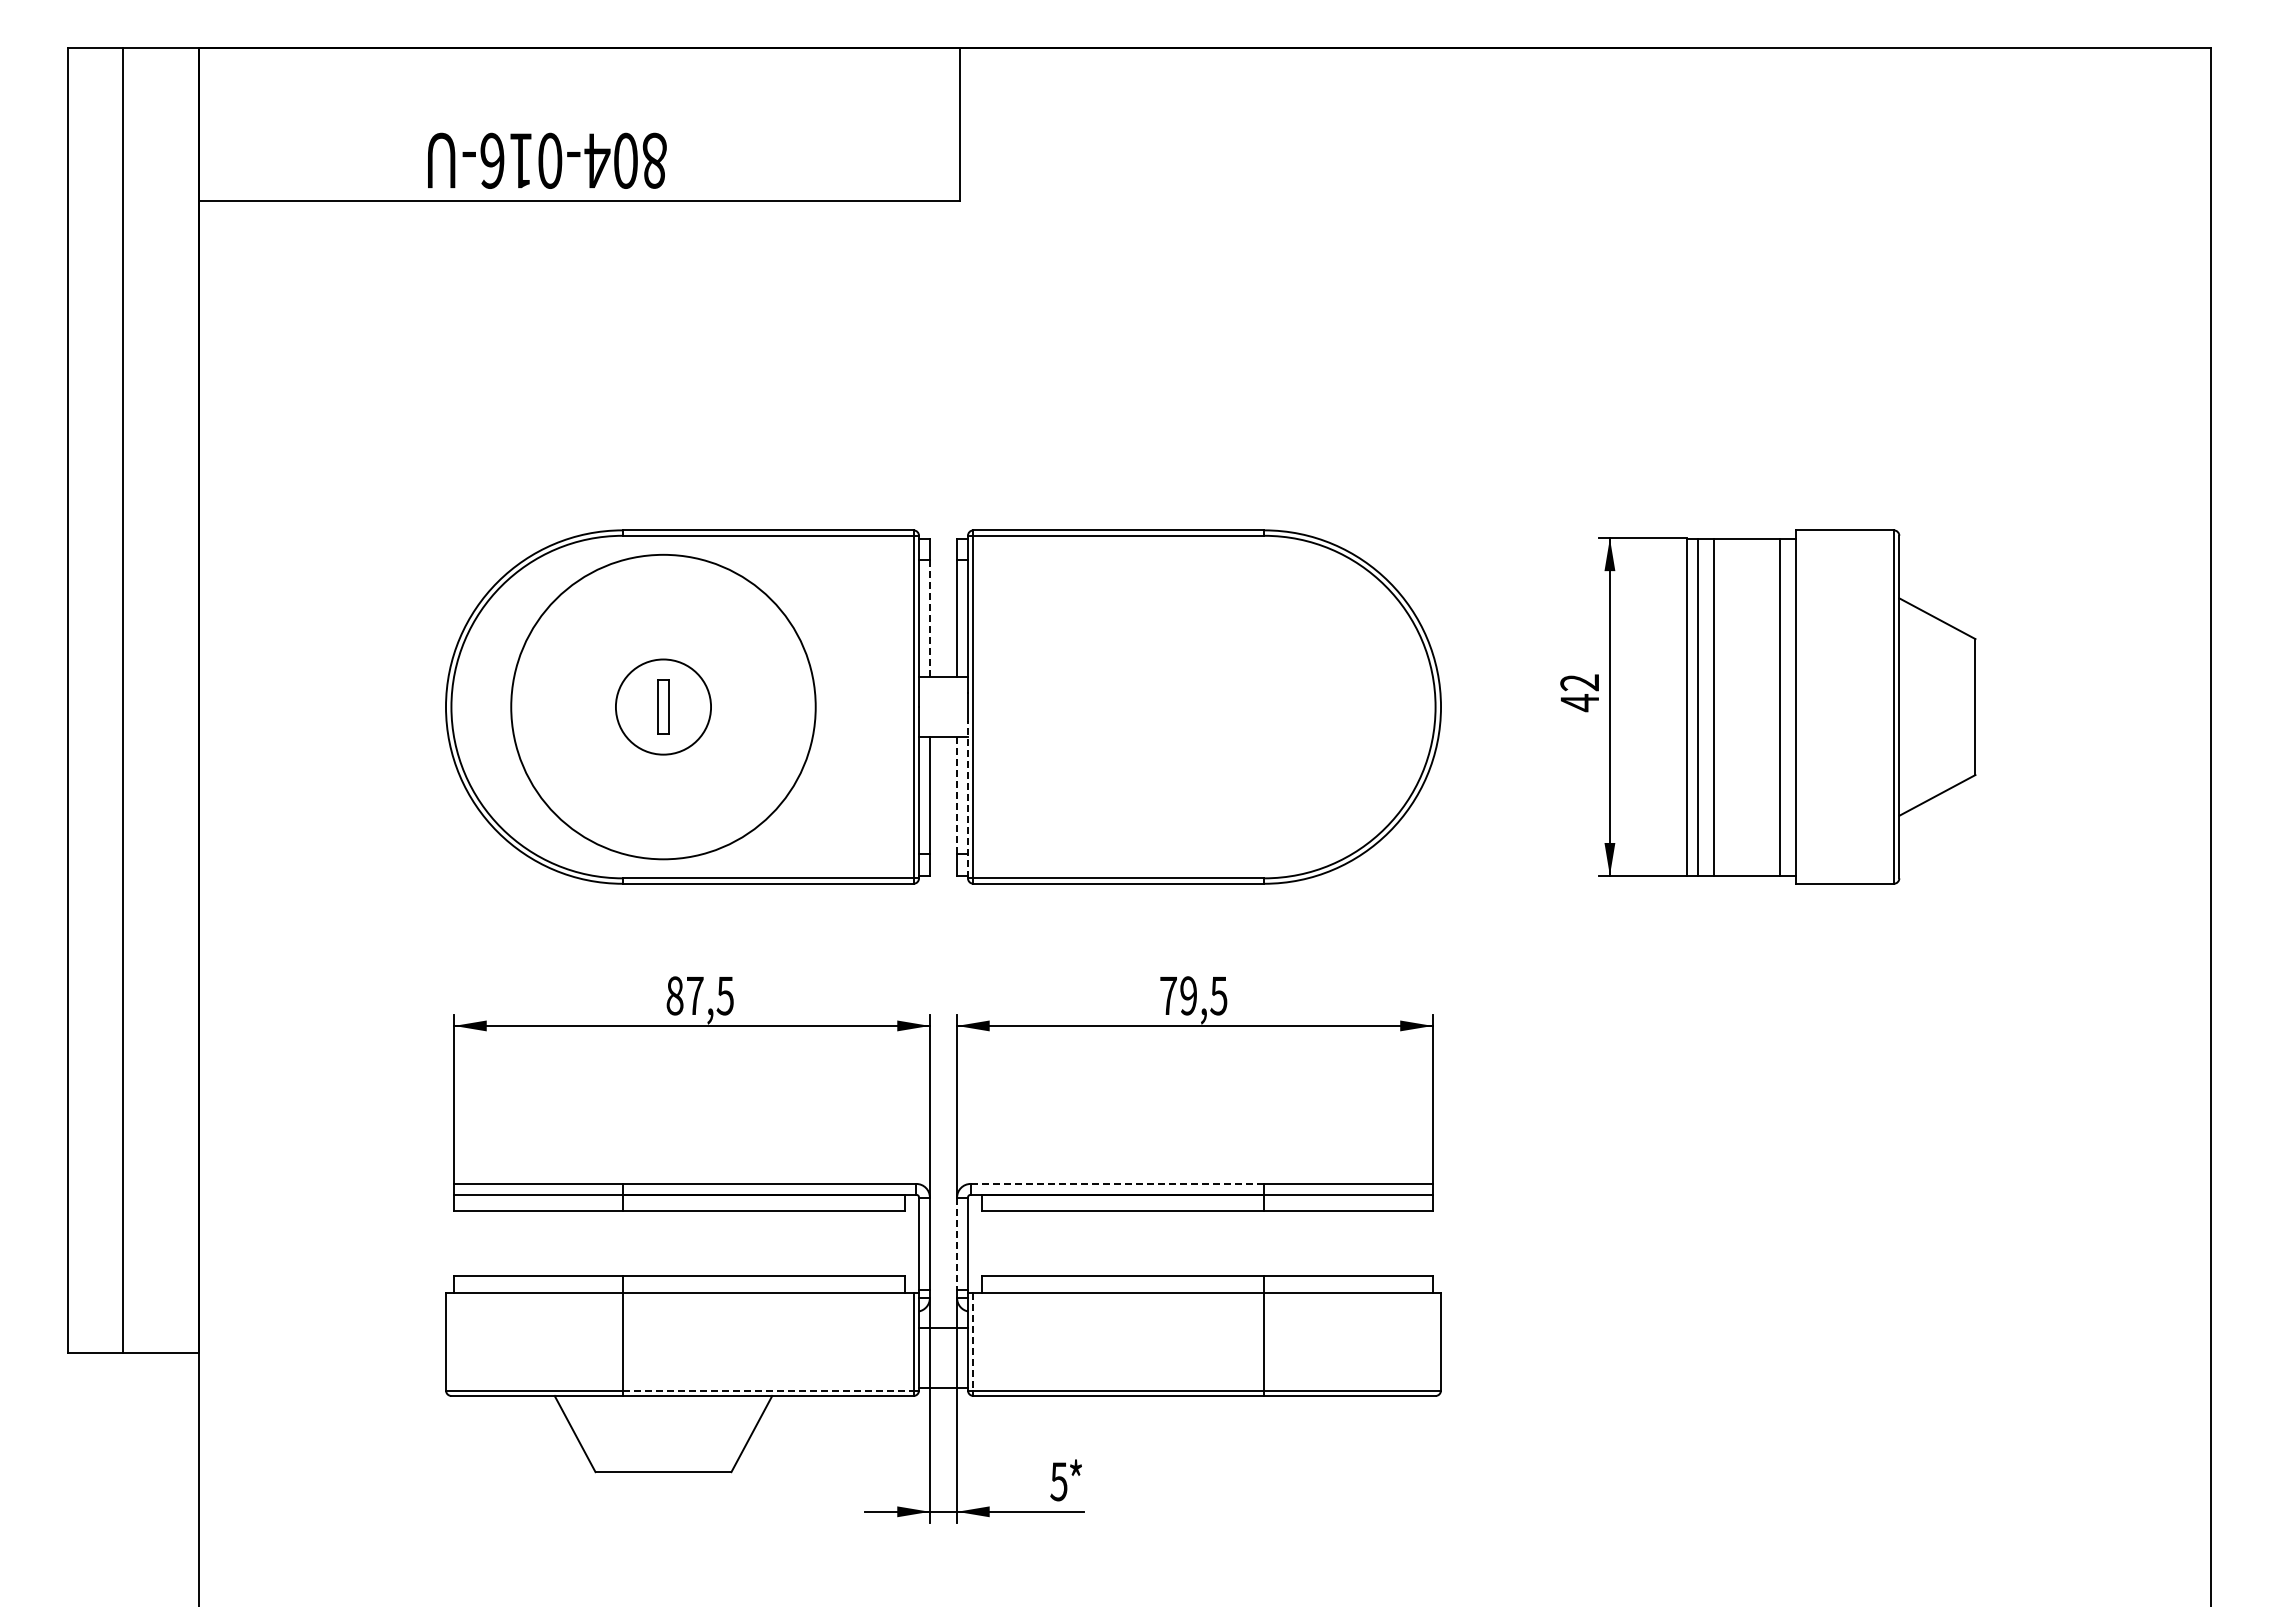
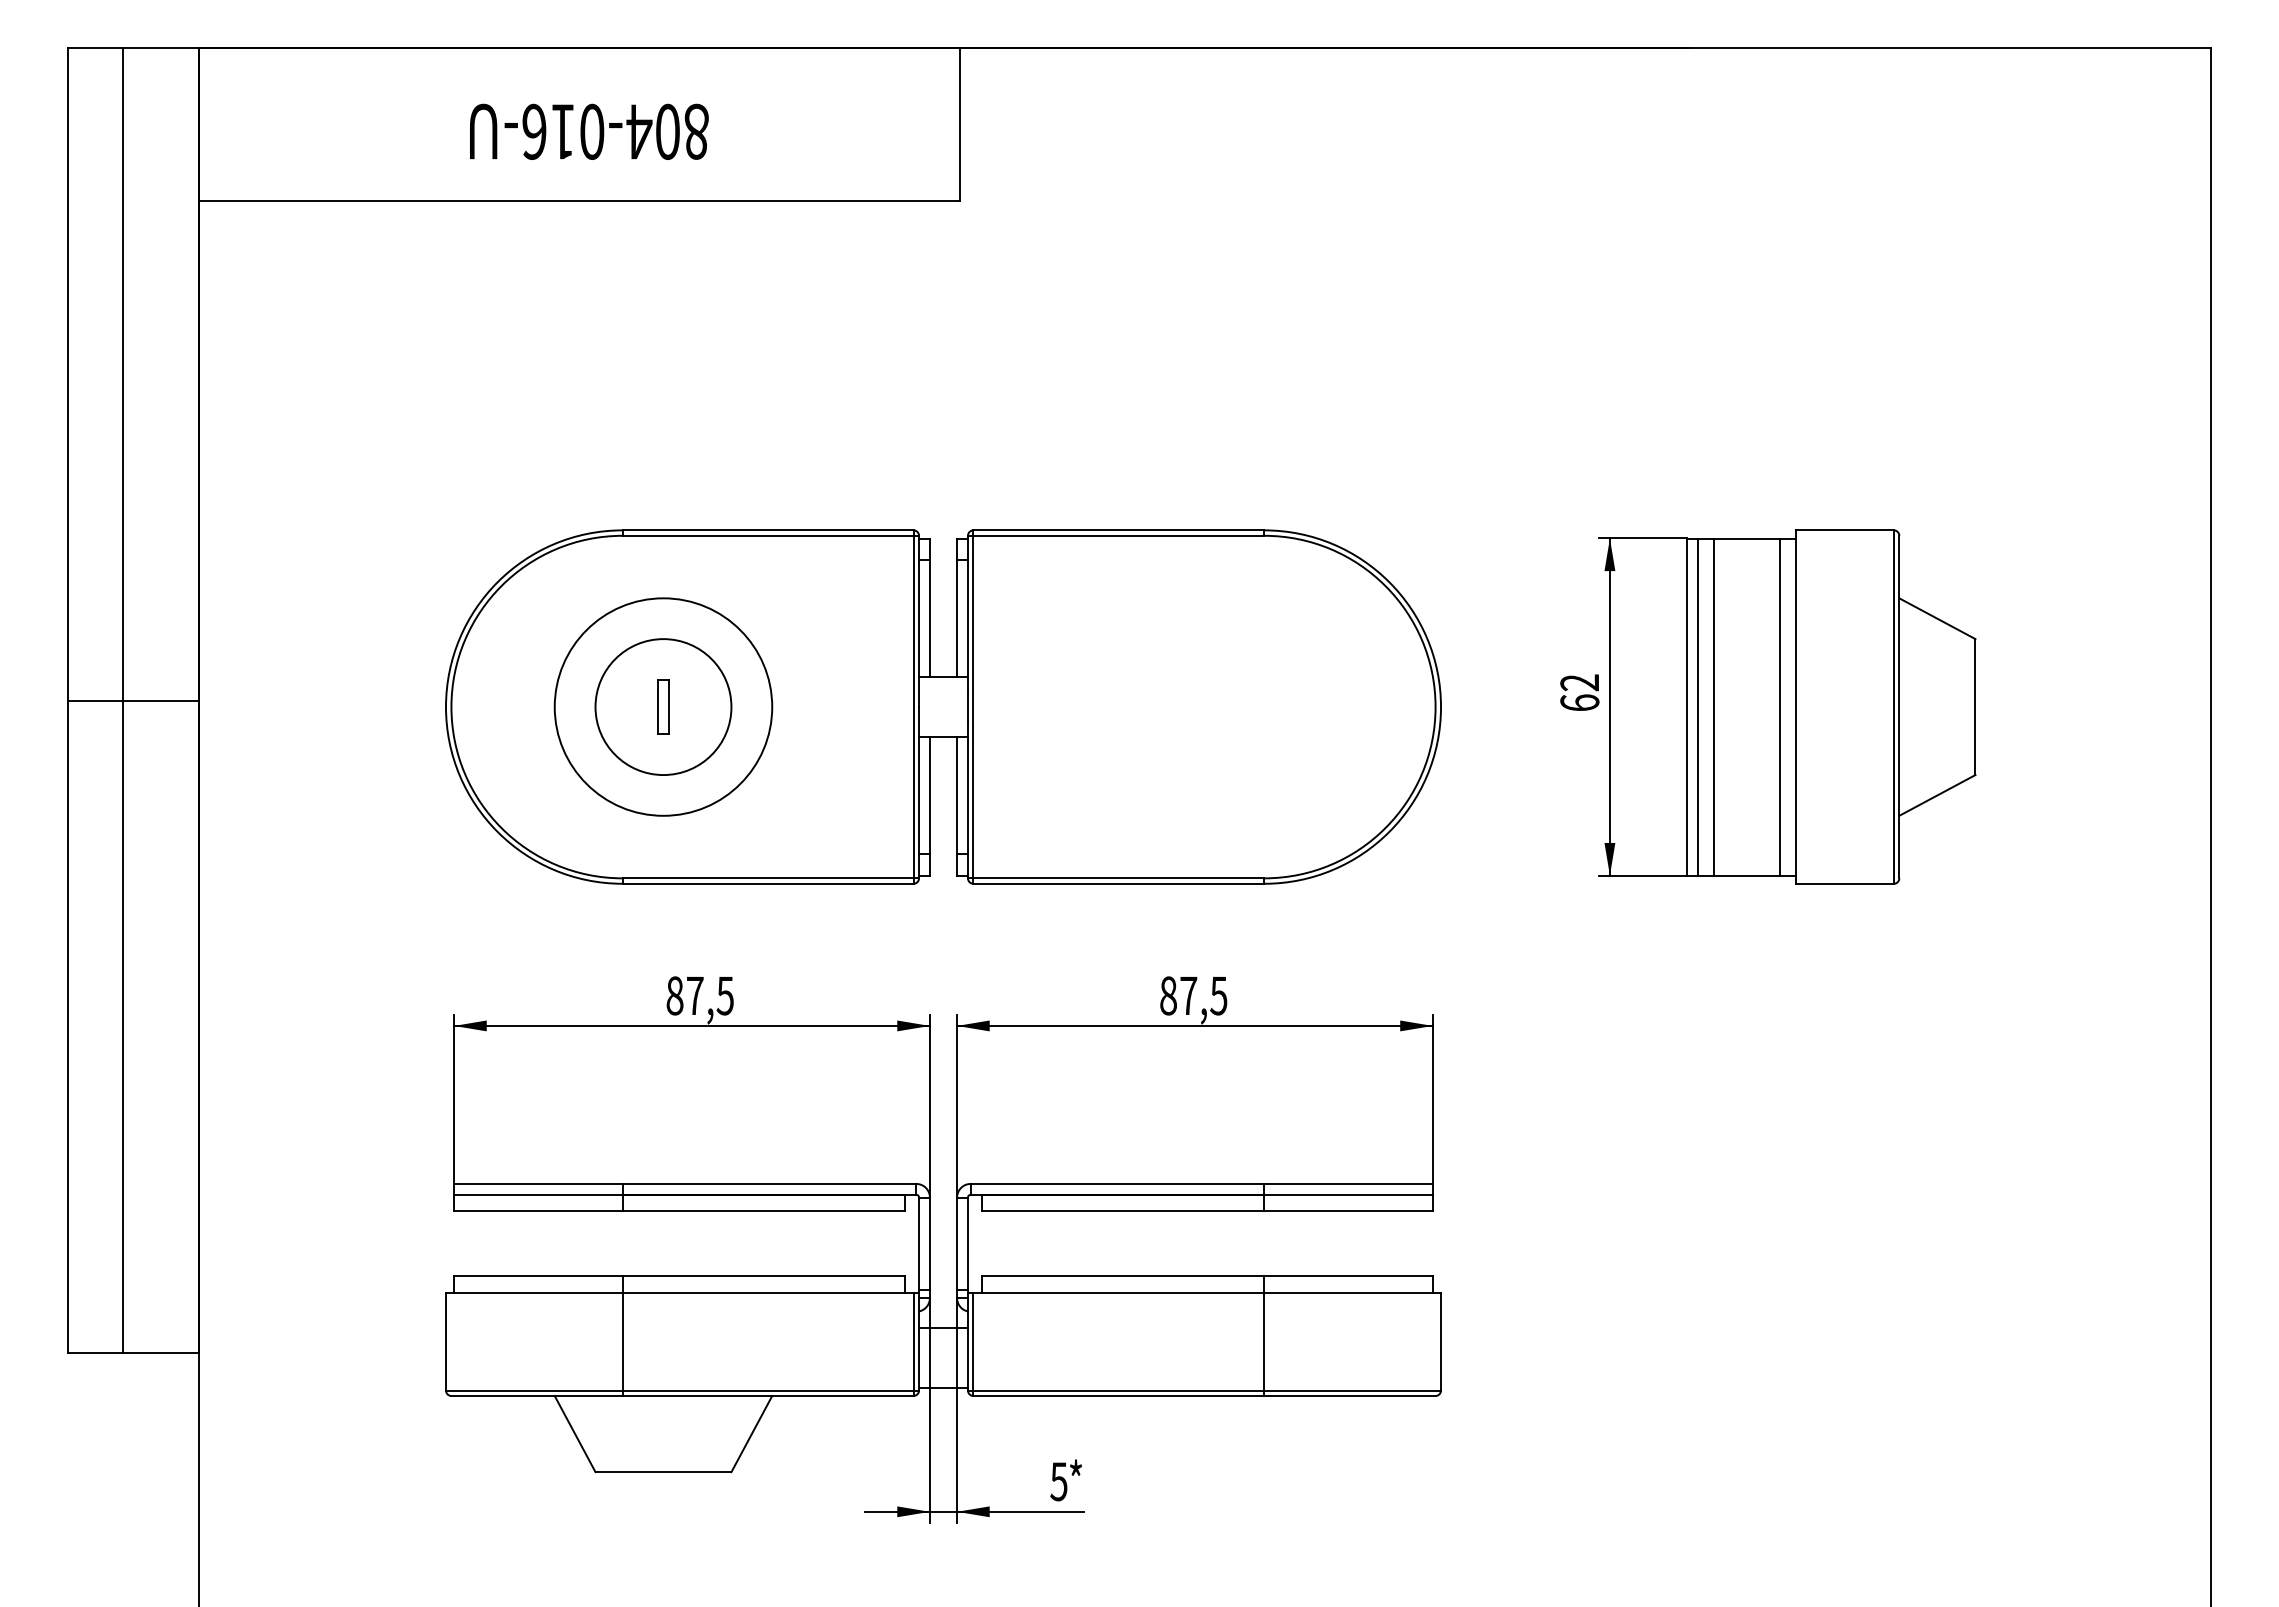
text at (547, 160) position: (547, 160) -> (589, 131)
line at (929, 618): dashed -> solid
line at (133, 700): none -> present
text at (1579, 703): 42 -> 62
circle at (663, 706) diameter: 304 px -> 217 px
circle at (663, 706) diameter: 95 px -> 136 px
line at (957, 795): dashed -> solid
line at (967, 799): dashed -> solid
text at (1178, 995): 79,5 -> 87,5
line at (1117, 1183): dashed -> solid
line at (957, 1244): dashed -> solid
line at (973, 1341): dashed -> solid
line at (768, 1390): dashed -> solid
